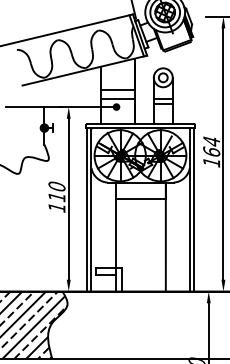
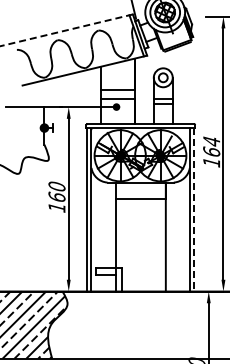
line at (66, 30): solid -> dashed
text at (56, 196): 110 -> 160
line at (194, 209): solid -> dashed
